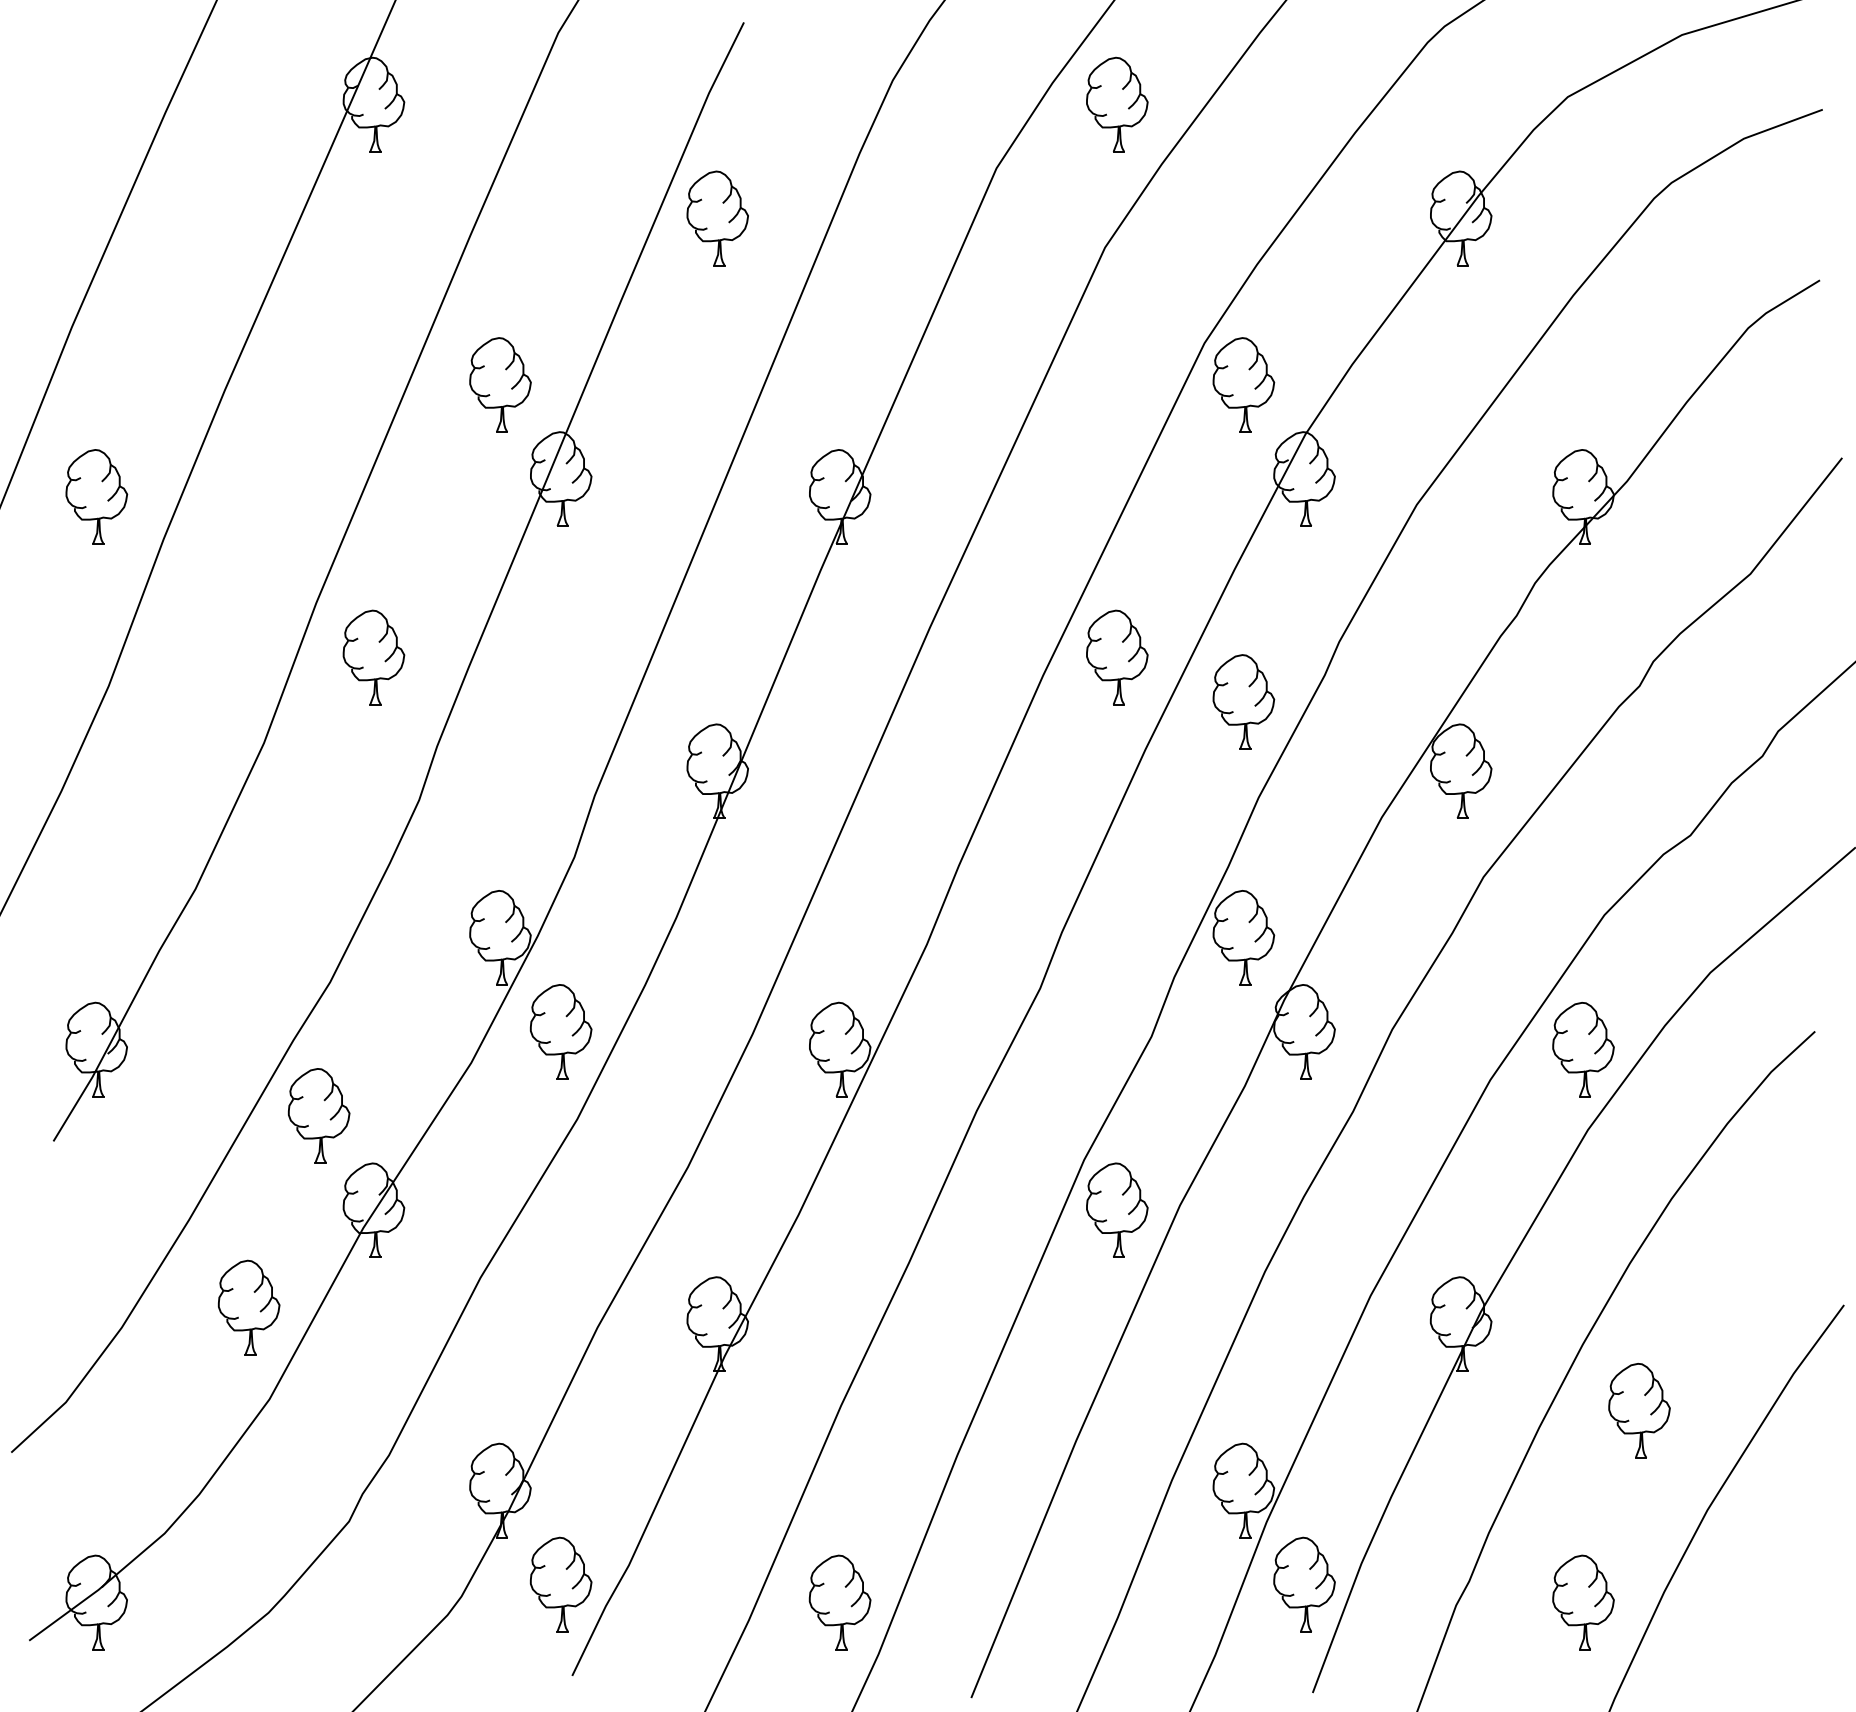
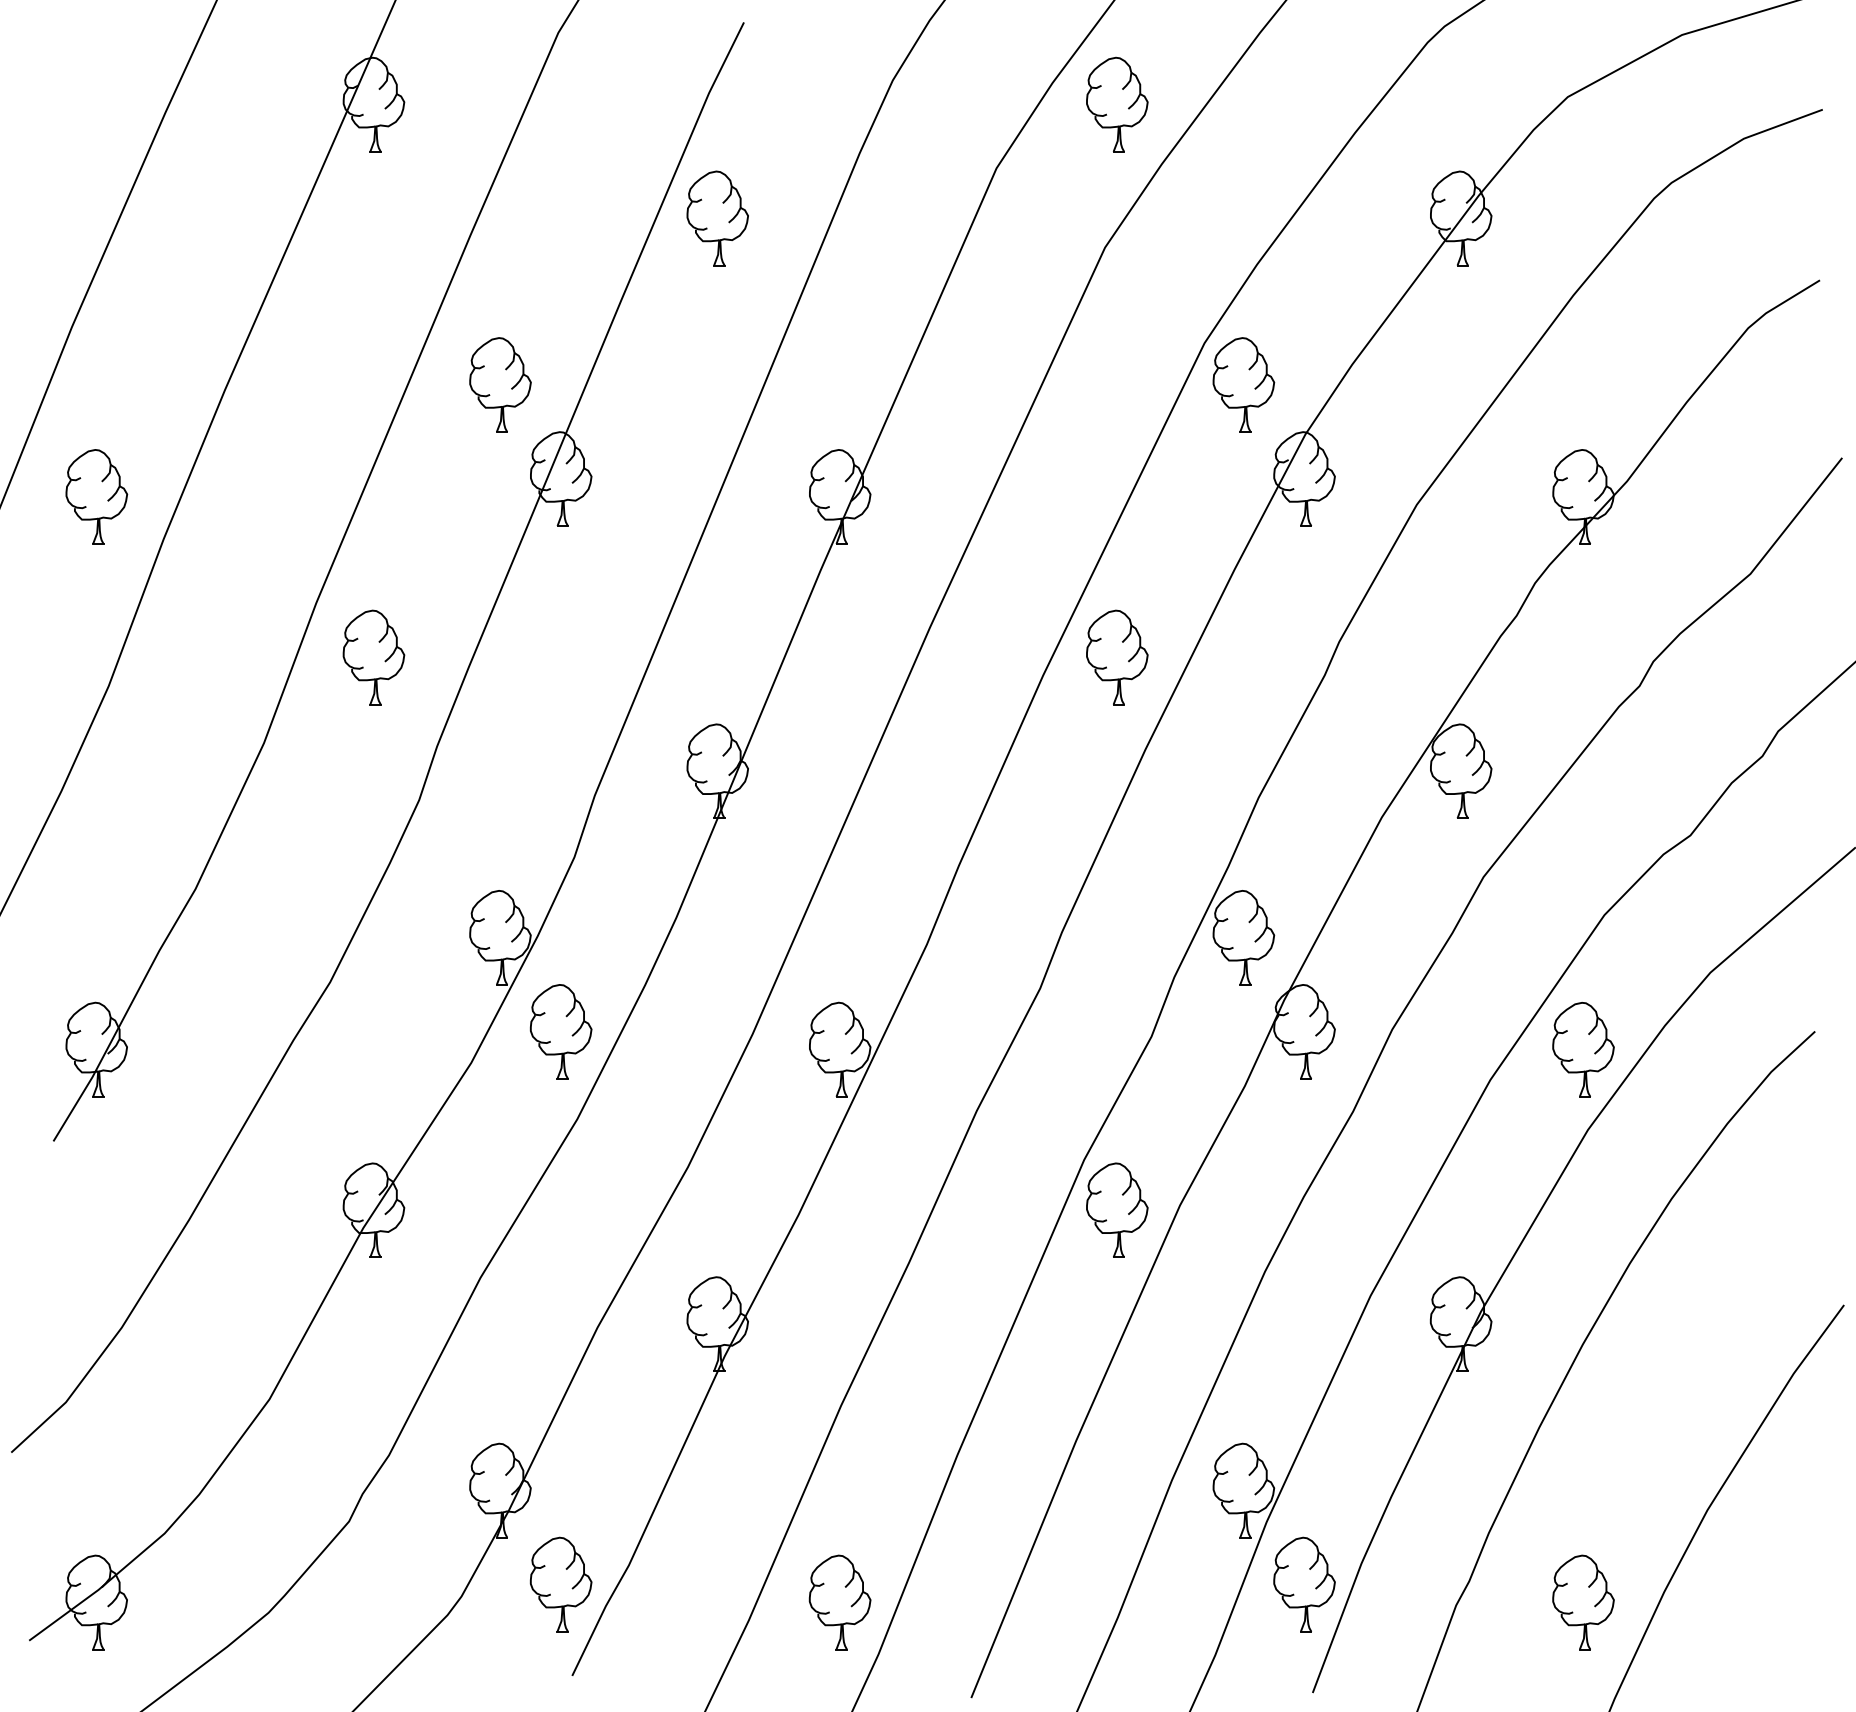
part at (1243, 701): present -> none
part at (318, 1115): present -> none
part at (248, 1307): present -> none
part at (1639, 1410): present -> none
